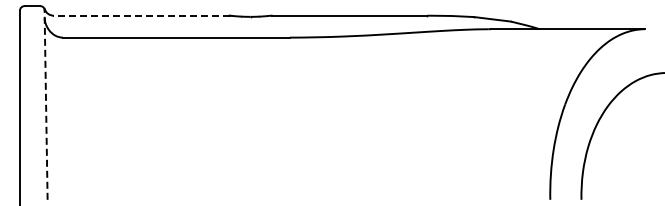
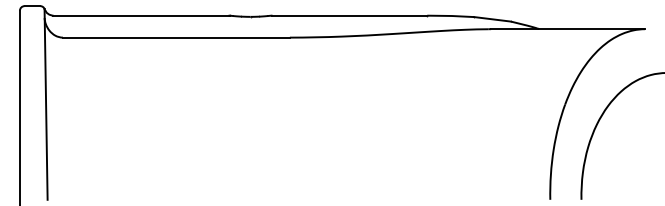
line at (141, 15): dashed -> solid
line at (46, 103): dashed -> solid
